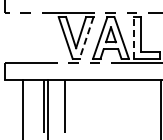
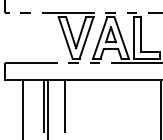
line at (86, 38): dashed -> solid
line at (133, 38): dashed -> solid
